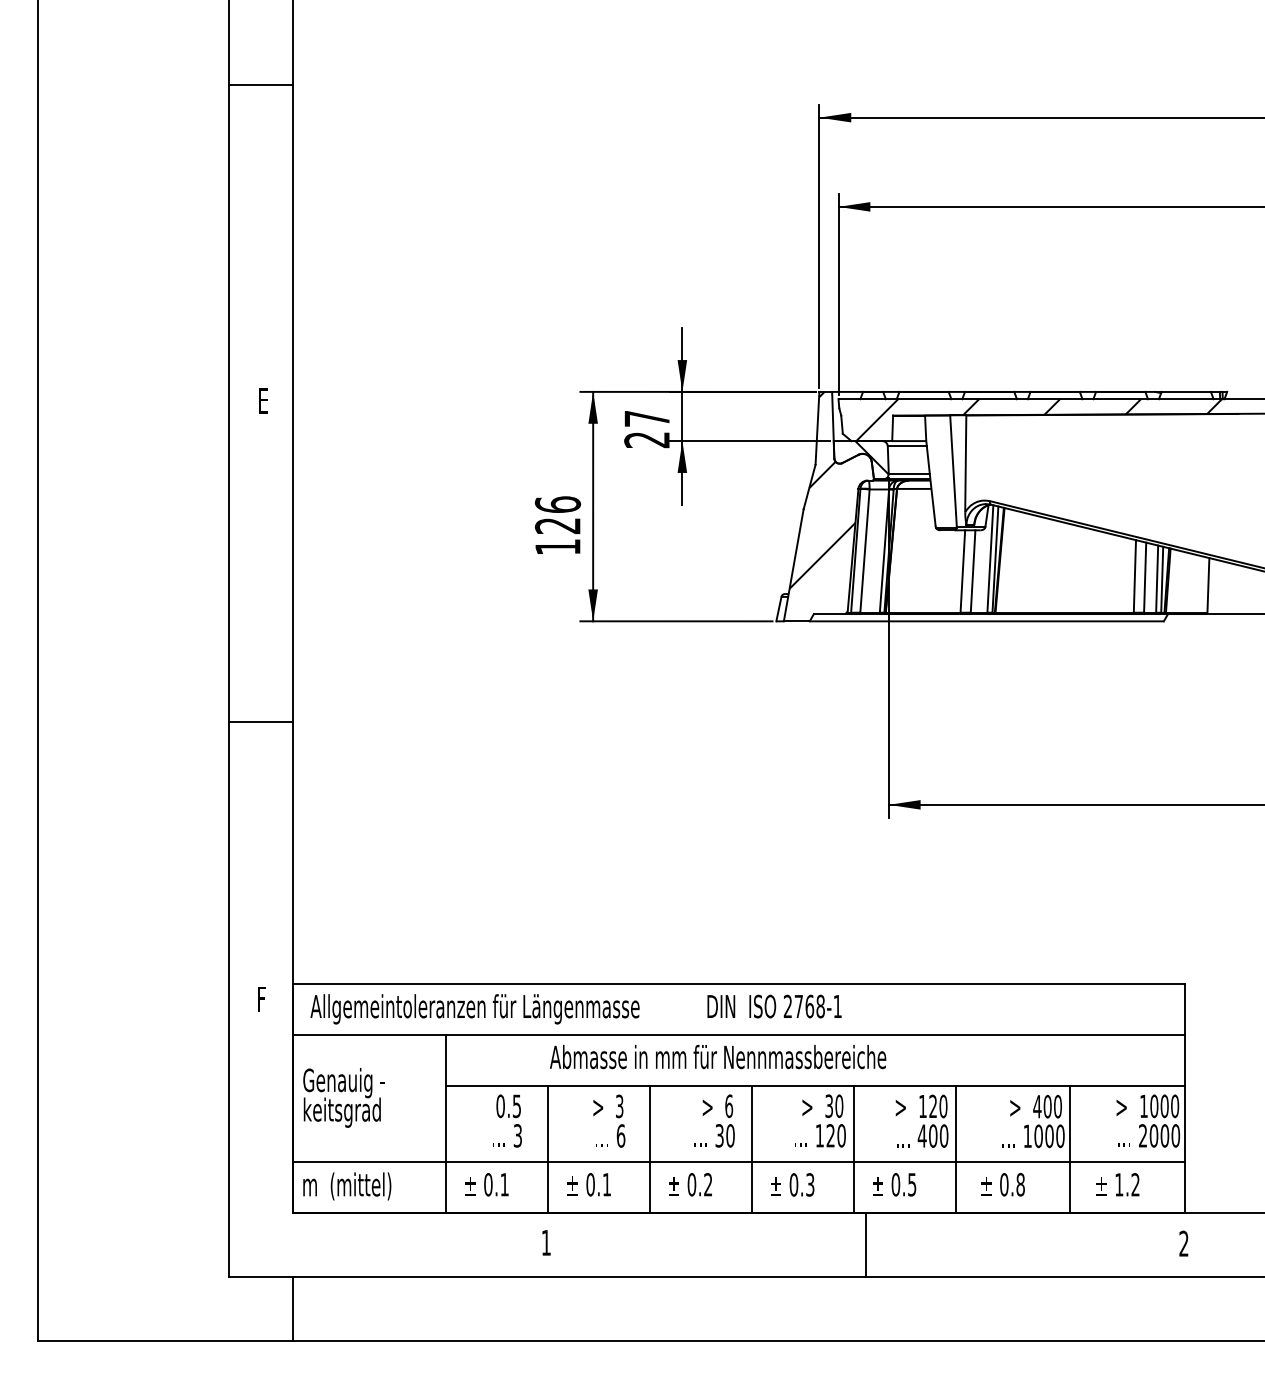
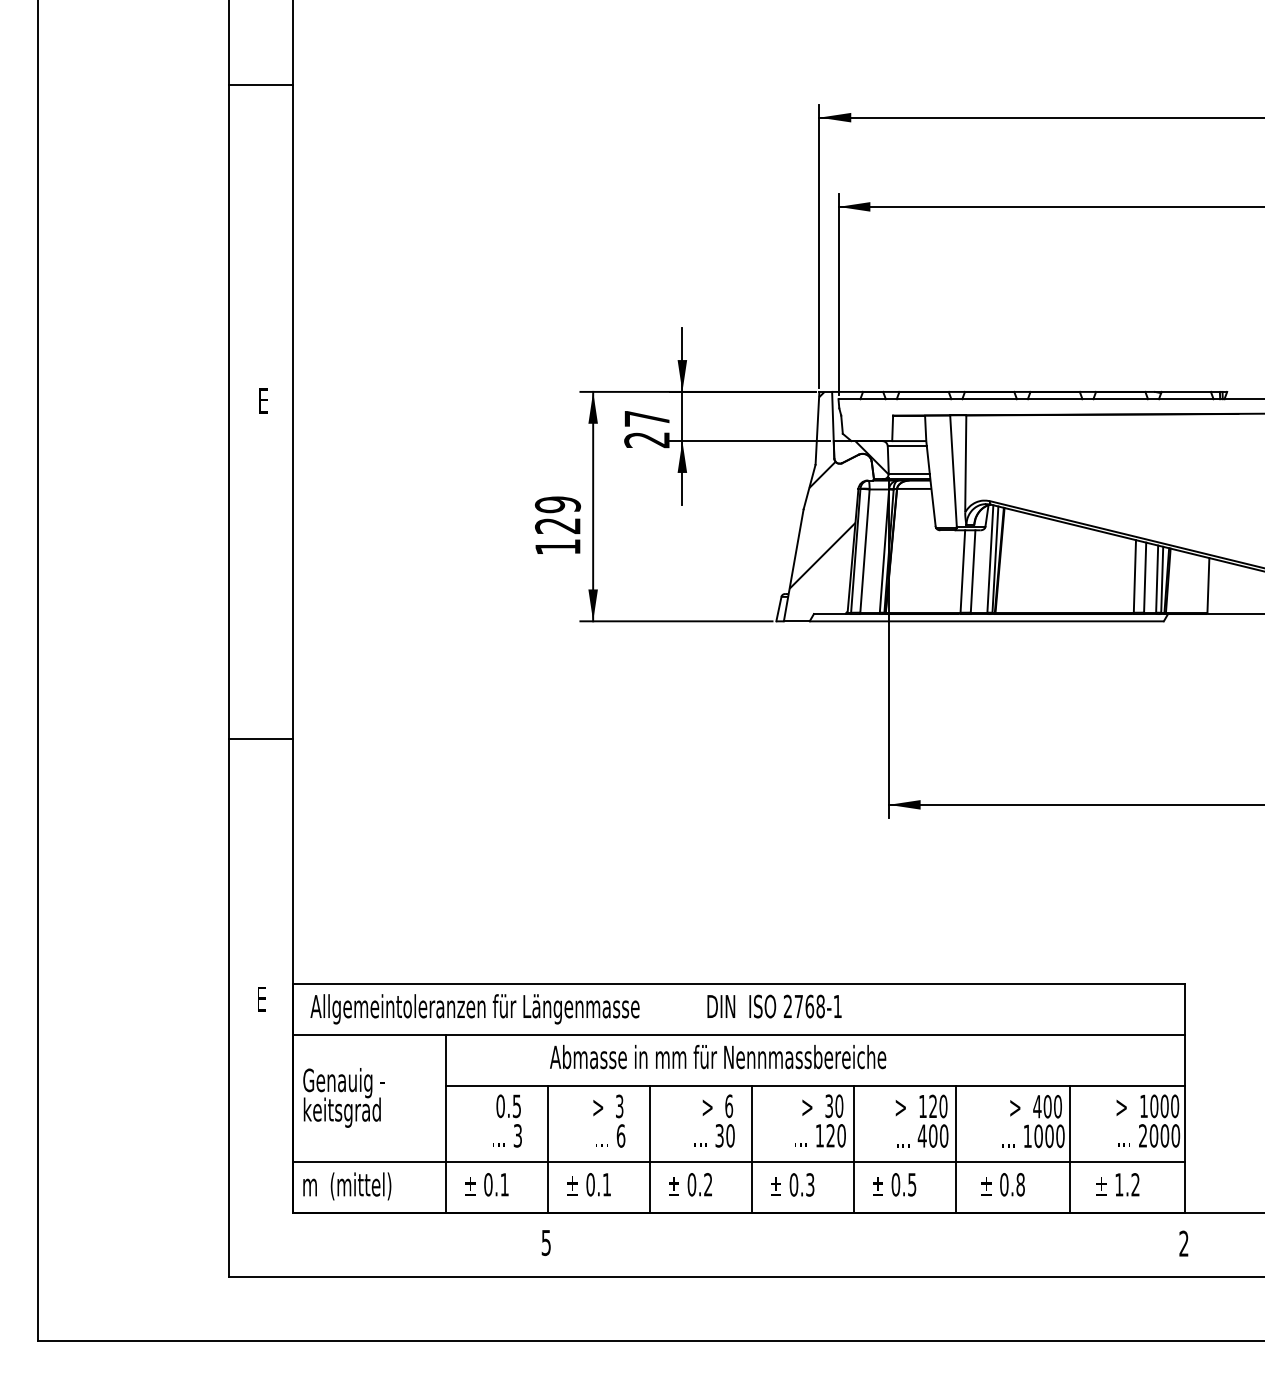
hatch at (1038, 420): present -> none
text at (557, 504): 126 -> 129
line at (260, 722) position: (260, 722) -> (260, 739)
text at (262, 1000): F -> E
text at (545, 1243): 1 -> 5
line at (866, 1244): present -> none
line at (292, 1308): present -> none
